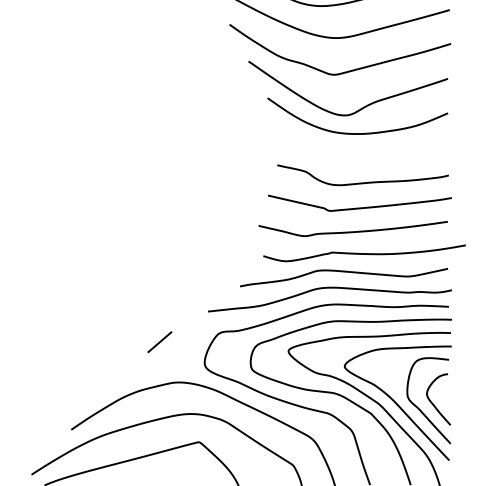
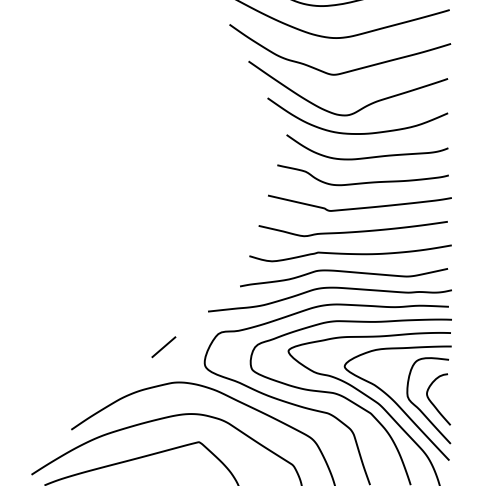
curve at (369, 156): none -> present
curve at (364, 253) position: (364, 253) -> (350, 253)
line at (159, 342) position: (159, 342) -> (163, 347)
